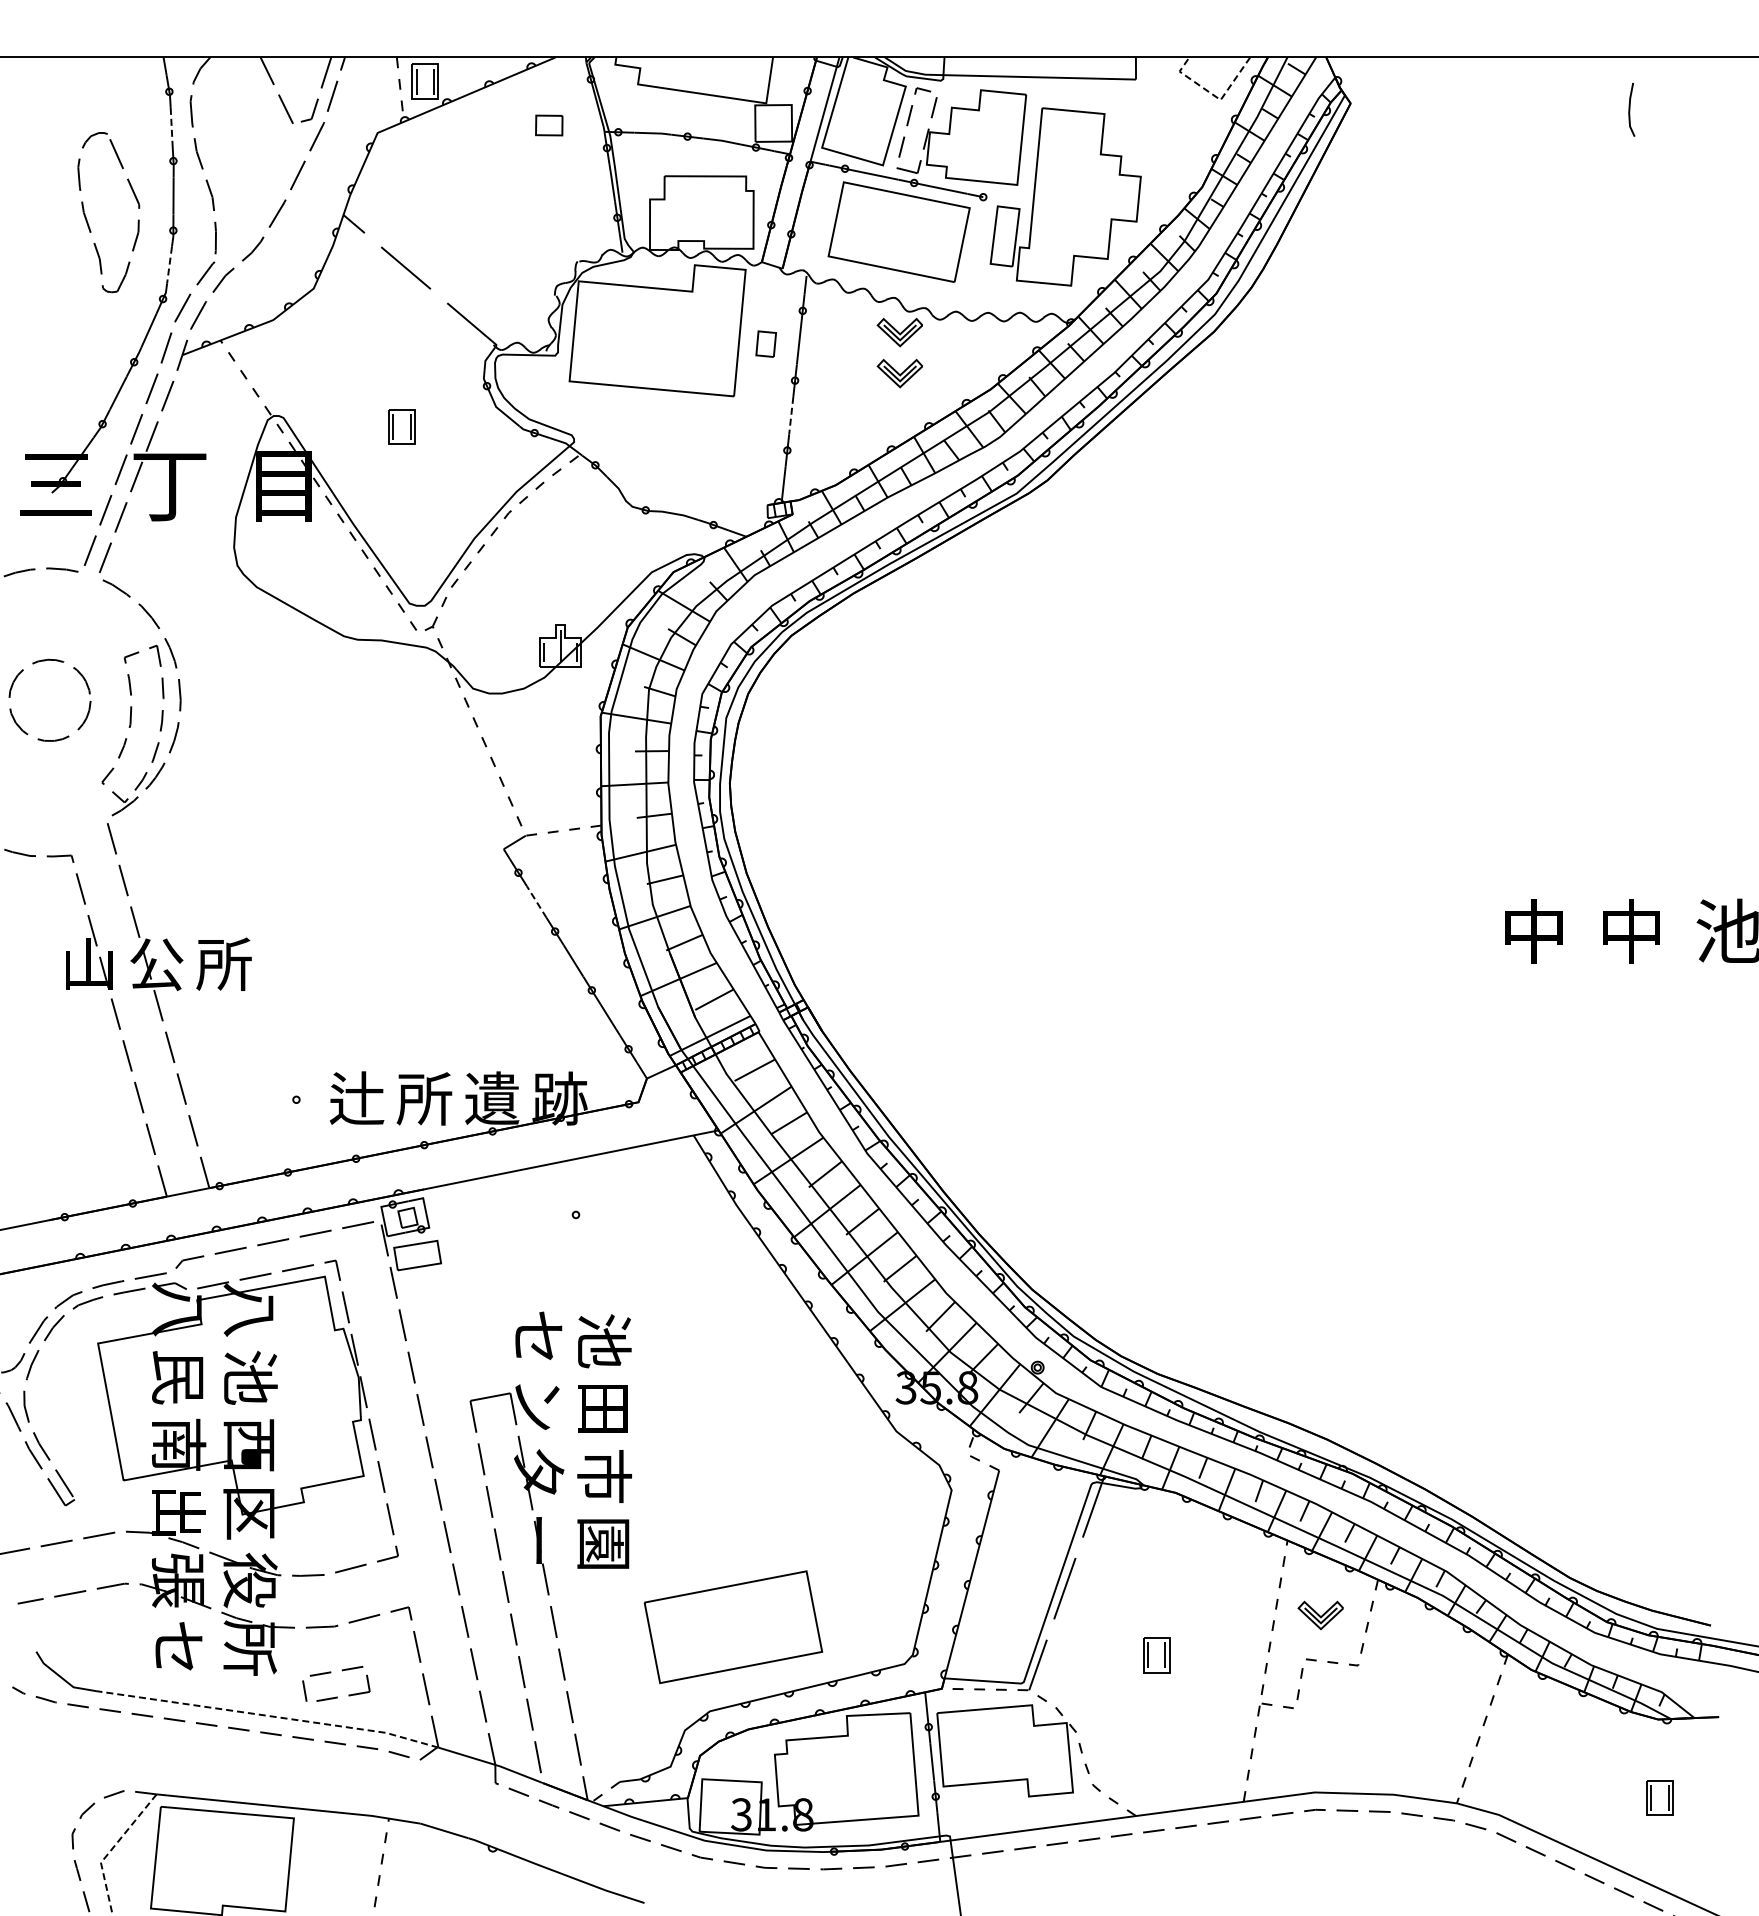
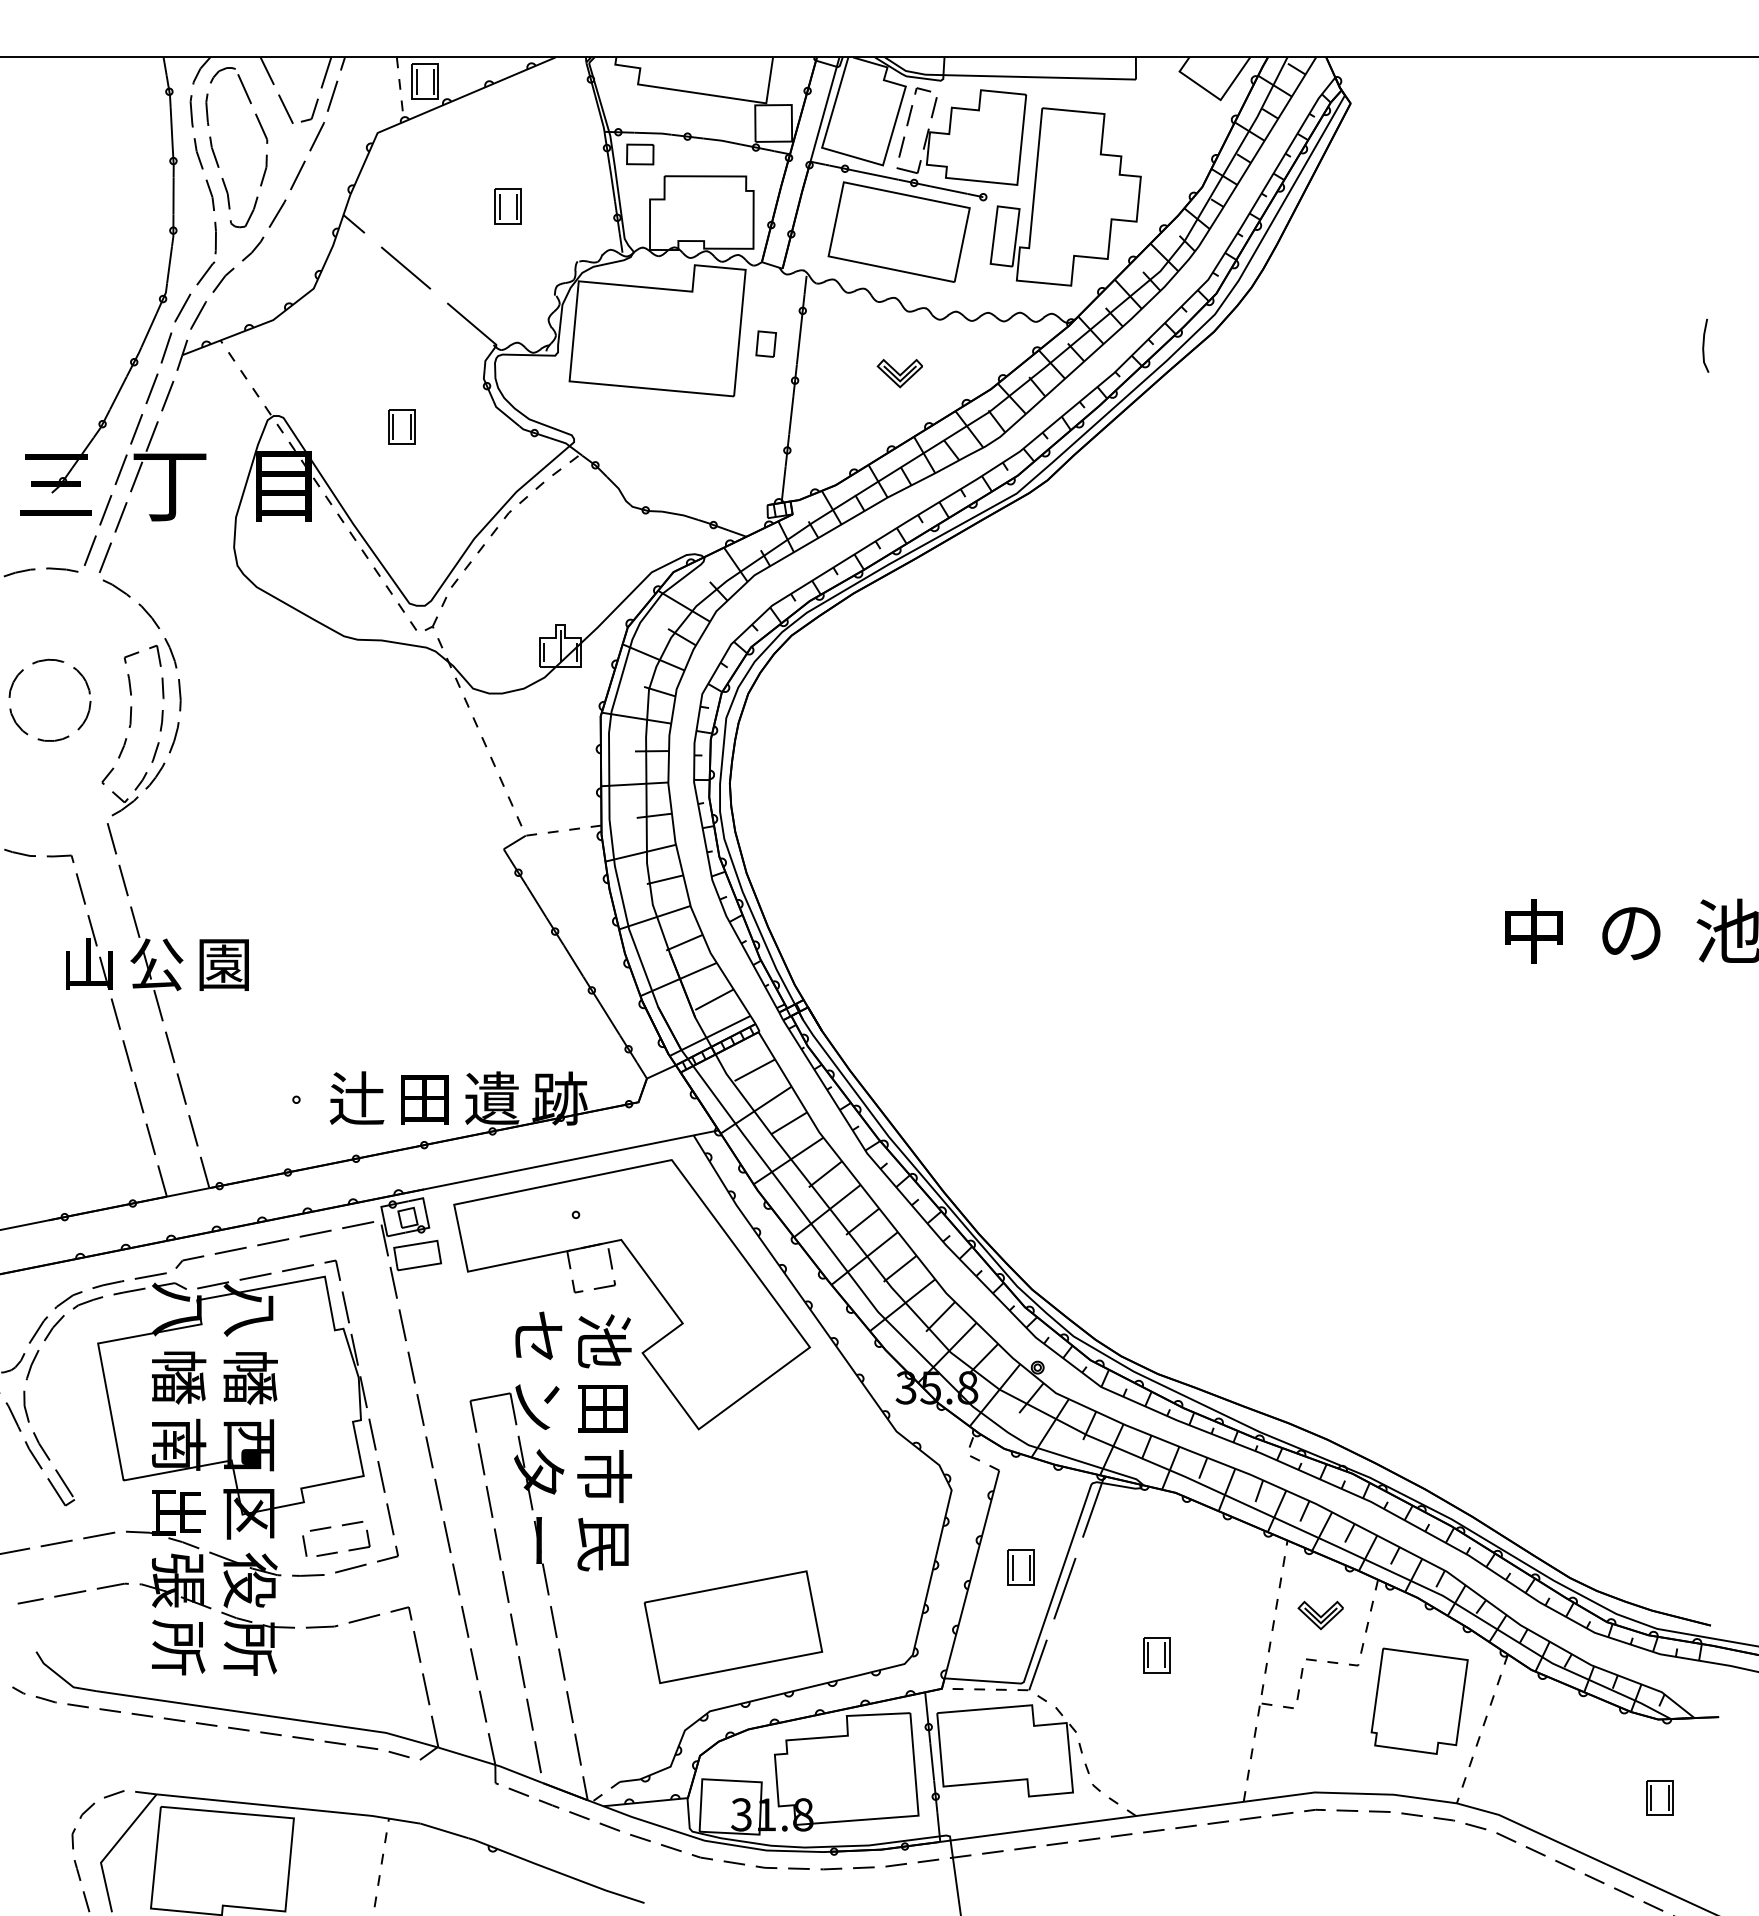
line at (1214, 95): dashed -> solid
line at (1630, 109) position: (1630, 109) -> (1704, 345)
part at (549, 125) position: (549, 125) -> (640, 154)
line at (171, 126): dashed -> solid
part at (507, 206): none -> present
part at (87, 219) position: (87, 219) -> (215, 154)
line at (169, 265): dashed -> solid
part at (899, 332): present -> none
line at (791, 415): dashed -> solid
line at (536, 901): dashed -> solid
text at (1631, 931): 中 -> の
text at (223, 963): 所 -> 園
text at (424, 1098): 所 -> 田
part at (615, 1285): none -> present
text at (179, 1377): 民 -> 幡
text at (250, 1377): 池 -> 幡
text at (603, 1544): 園 -> 民
part at (1020, 1567): none -> present
text at (178, 1647): セ -> 所
part at (330, 1673) position: (330, 1673) -> (330, 1528)
part at (1419, 1700): none -> present
line at (269, 1716): dashed -> solid
line at (112, 1848): dashed -> solid
